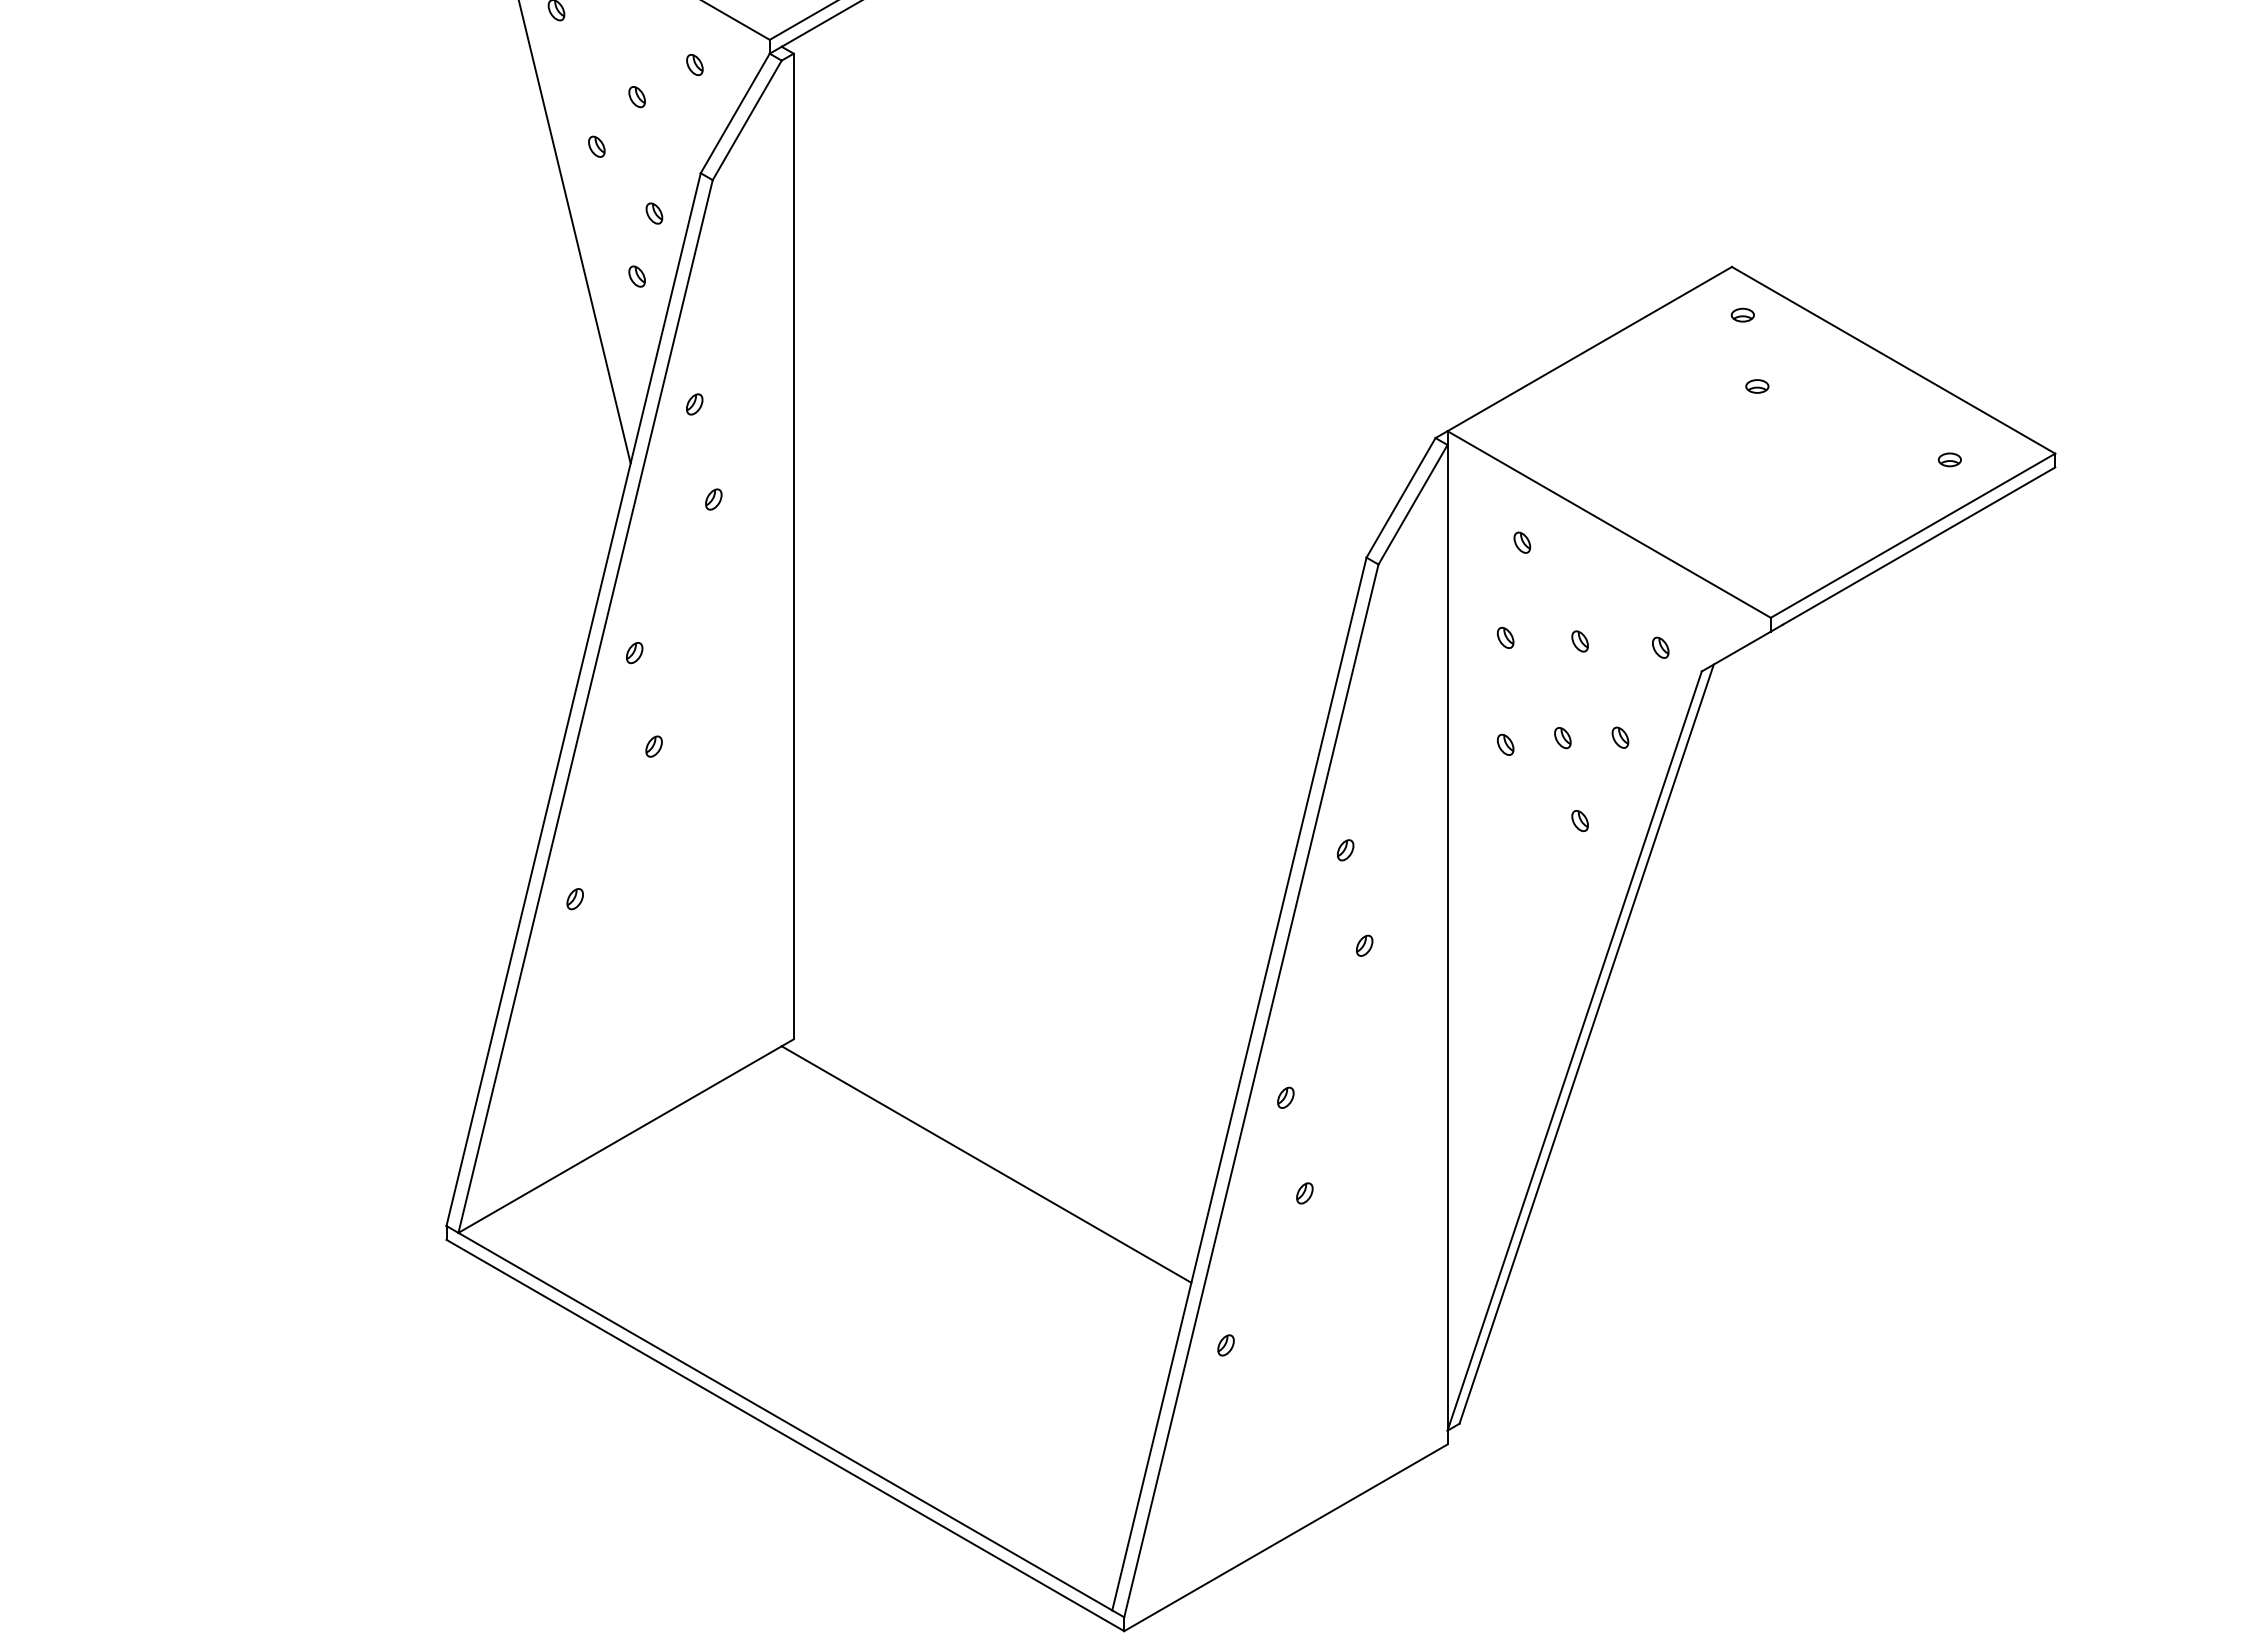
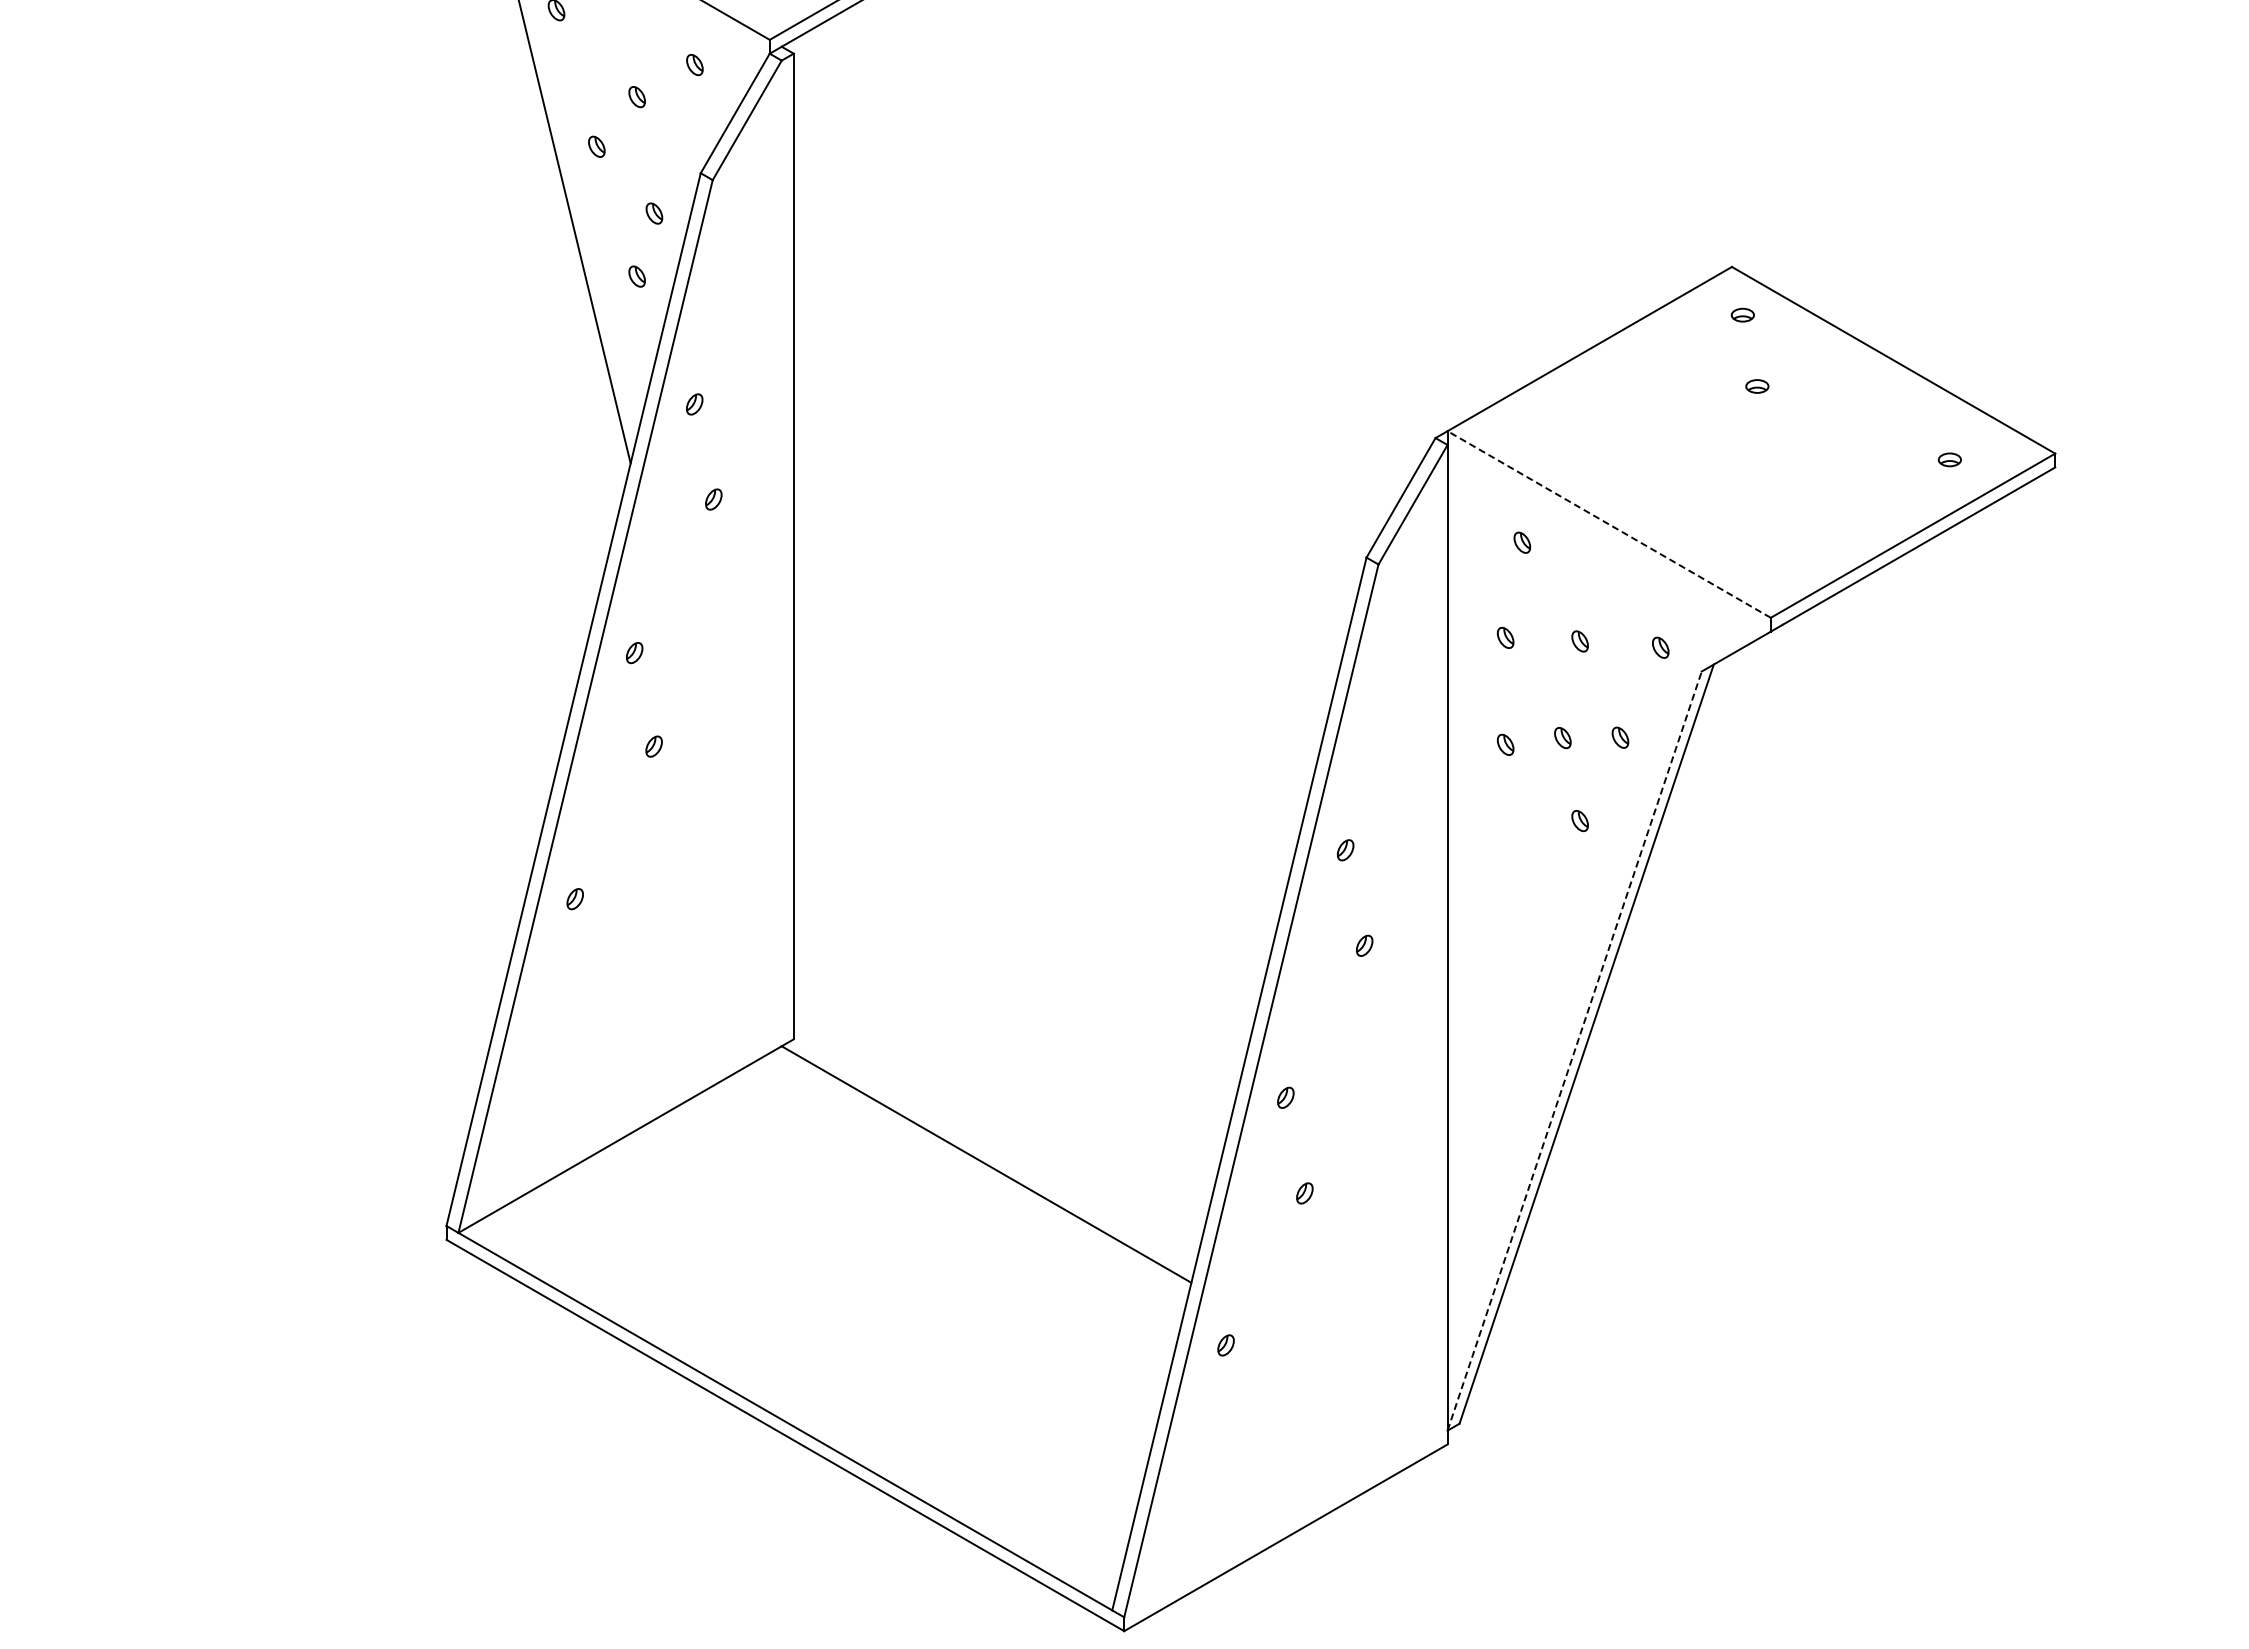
line at (1609, 524): solid -> dashed
line at (1574, 1050): solid -> dashed
